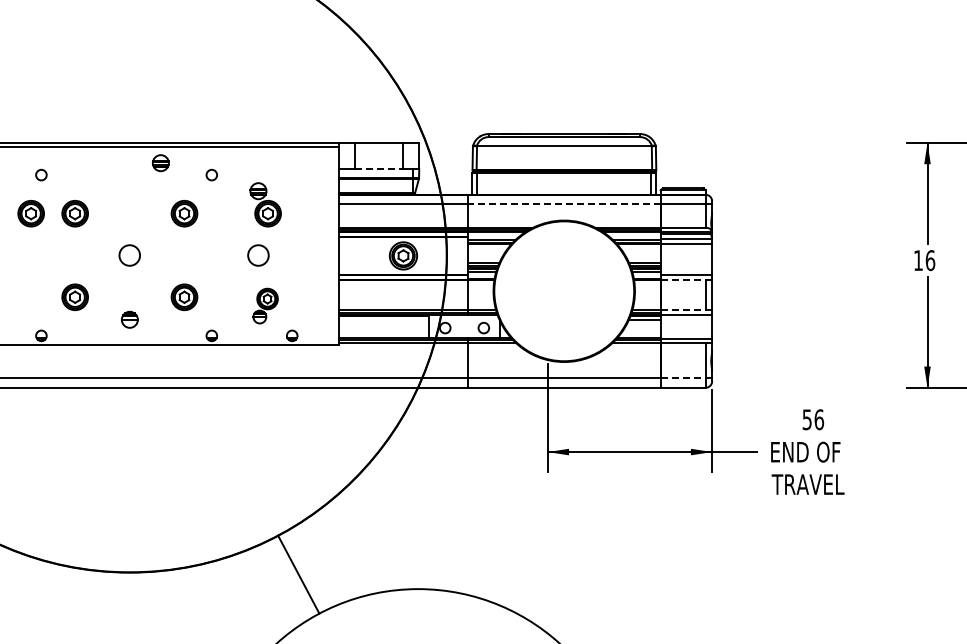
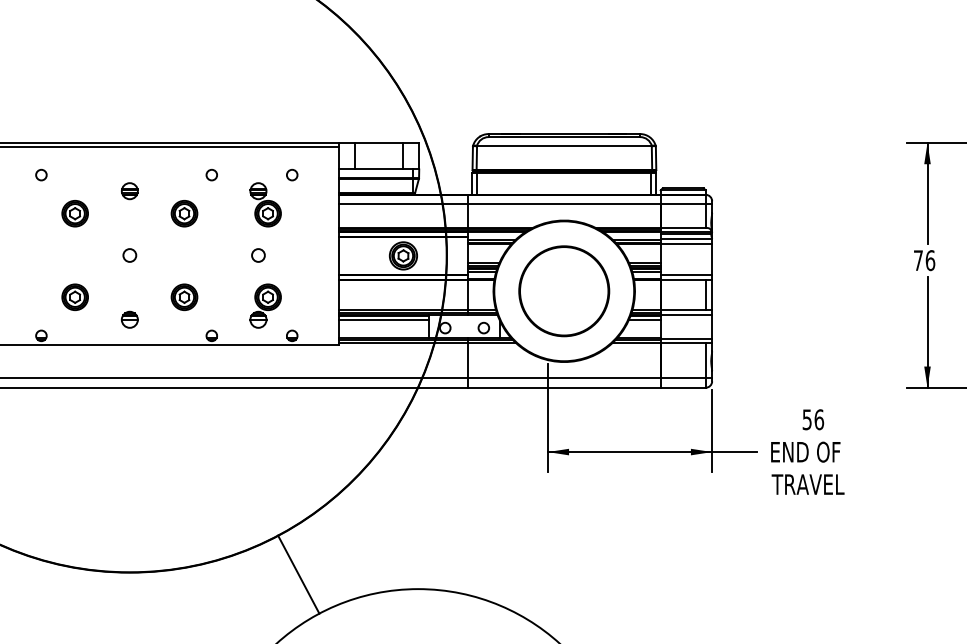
part at (160, 163) position: (160, 163) -> (129, 191)
line at (379, 169): dashed -> solid
circle at (292, 174): none -> present
line at (563, 204): dashed -> solid
part at (30, 213): present -> none
circle at (129, 255) size: 23x23 px -> 16x15 px
circle at (258, 255) size: 23x23 px -> 15x15 px
text at (918, 260): 16 -> 76
line at (683, 280): dashed -> solid
circle at (564, 291): none -> present
part at (265, 305) size: 27x38 px -> 33x46 px
line at (683, 309): dashed -> solid
line at (383, 319): none -> present
line at (683, 378): dashed -> solid
